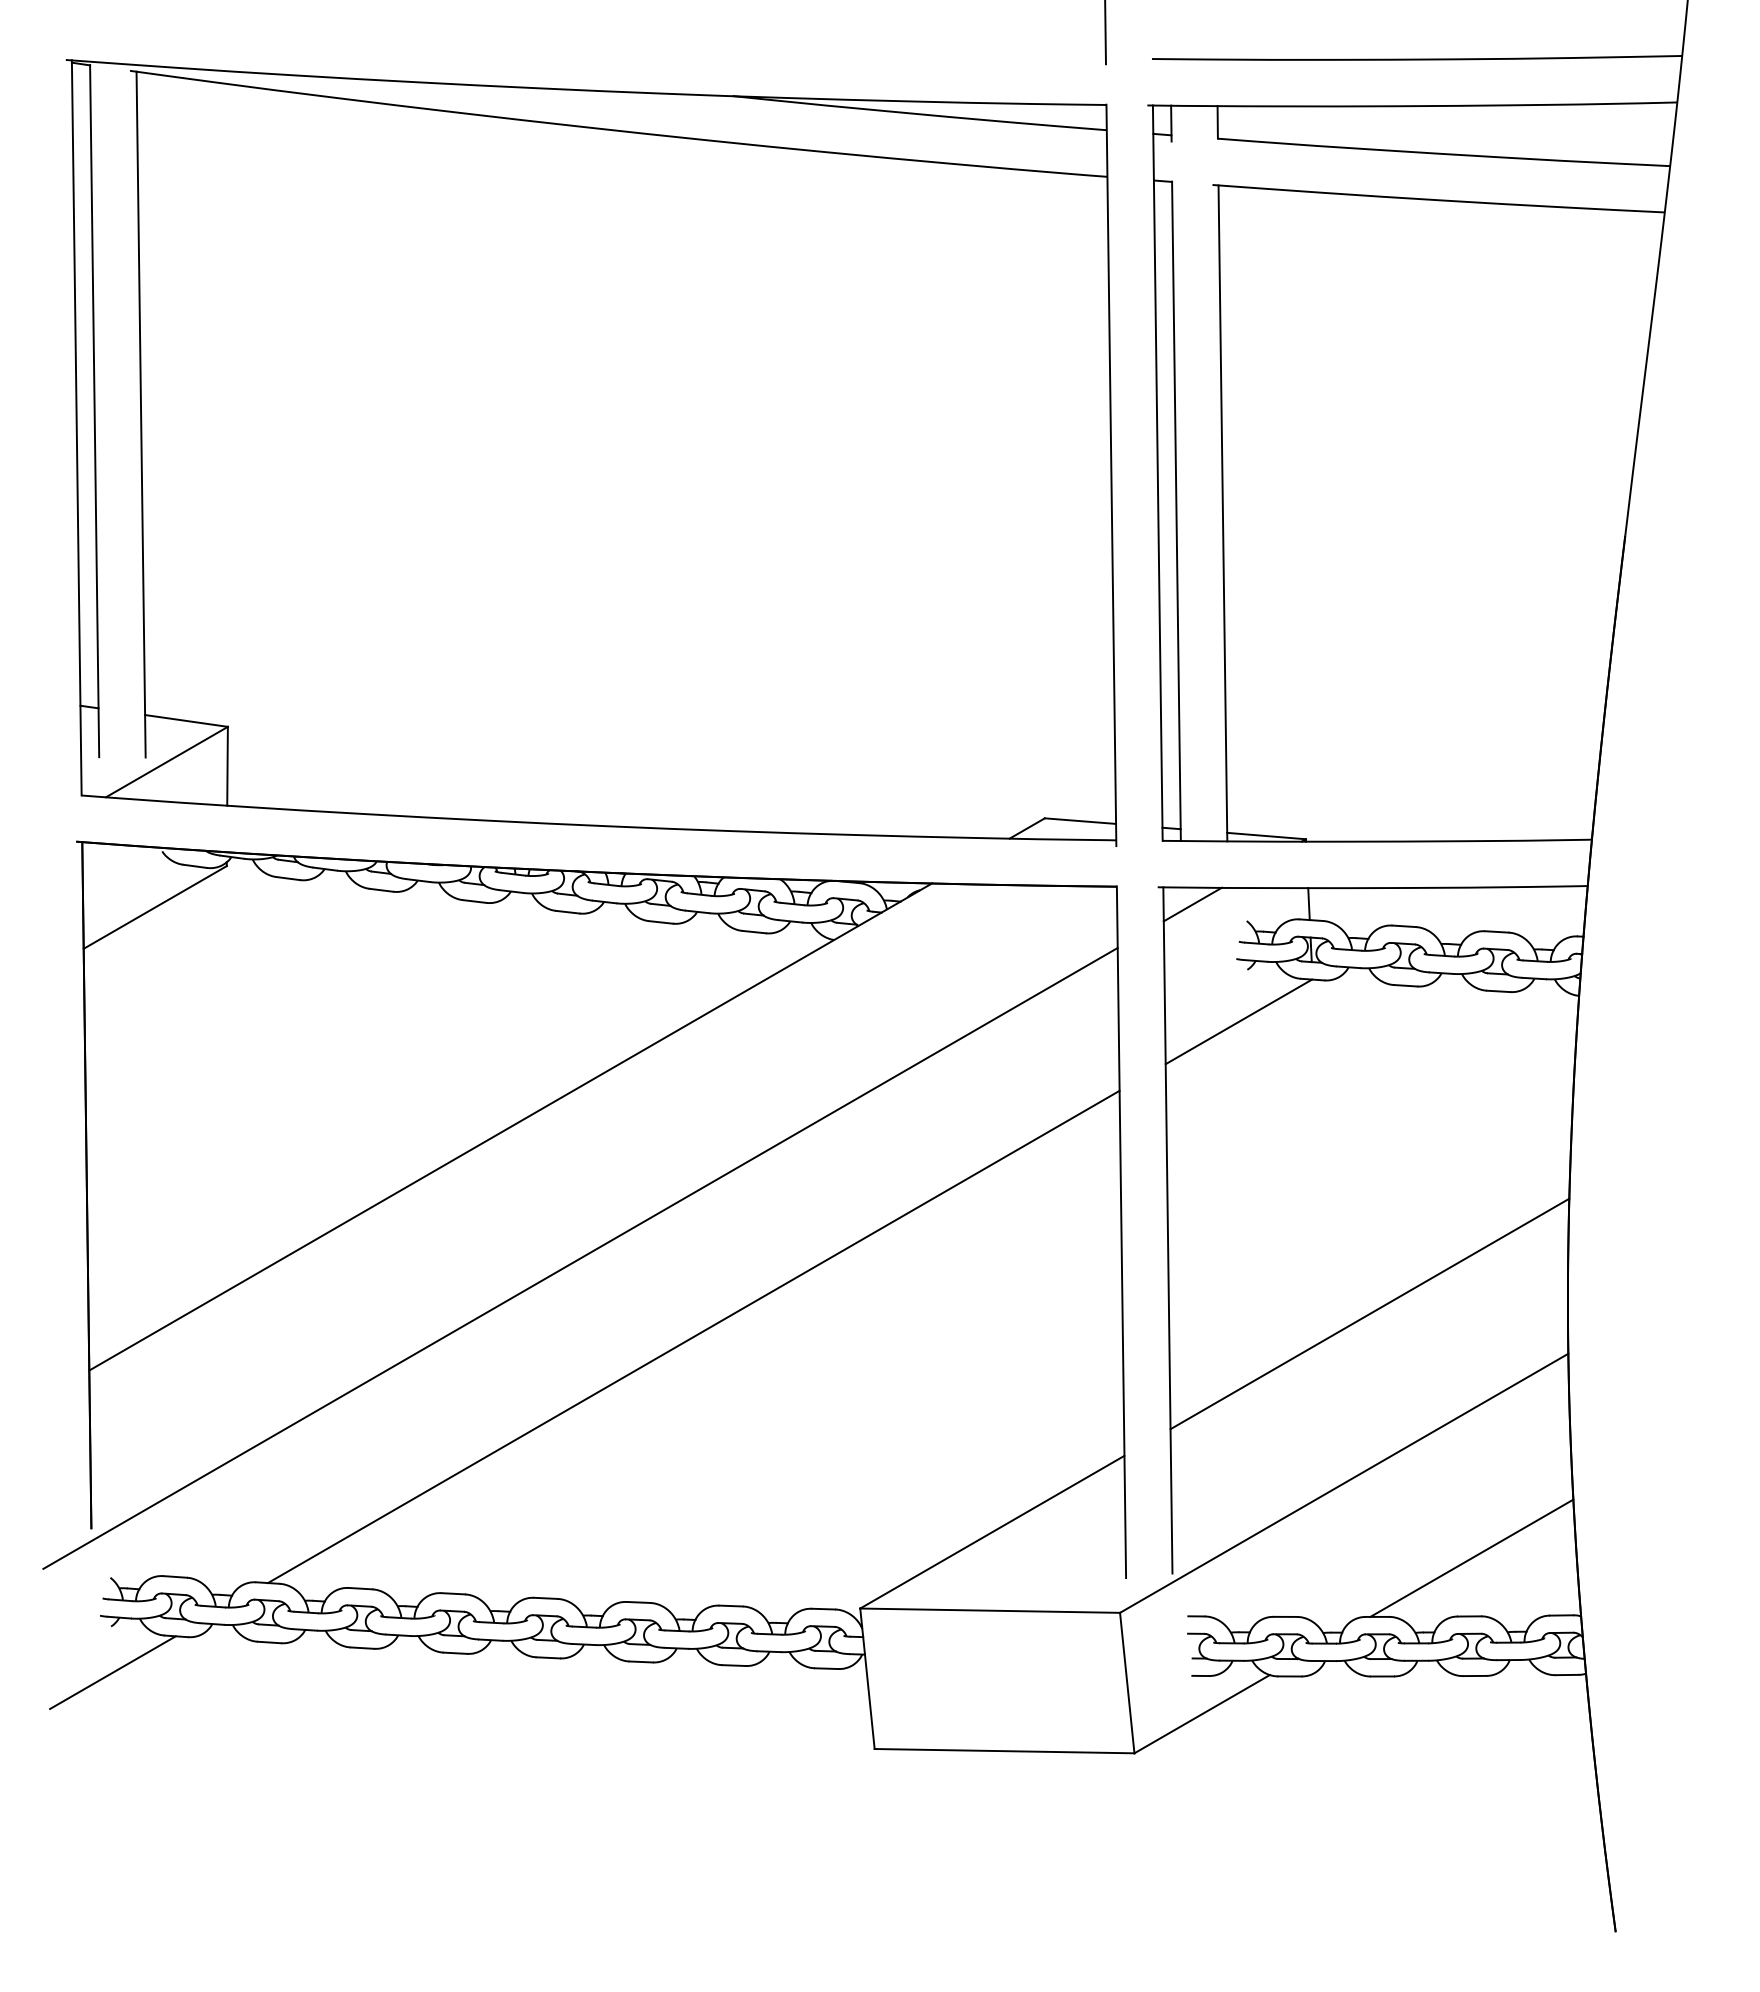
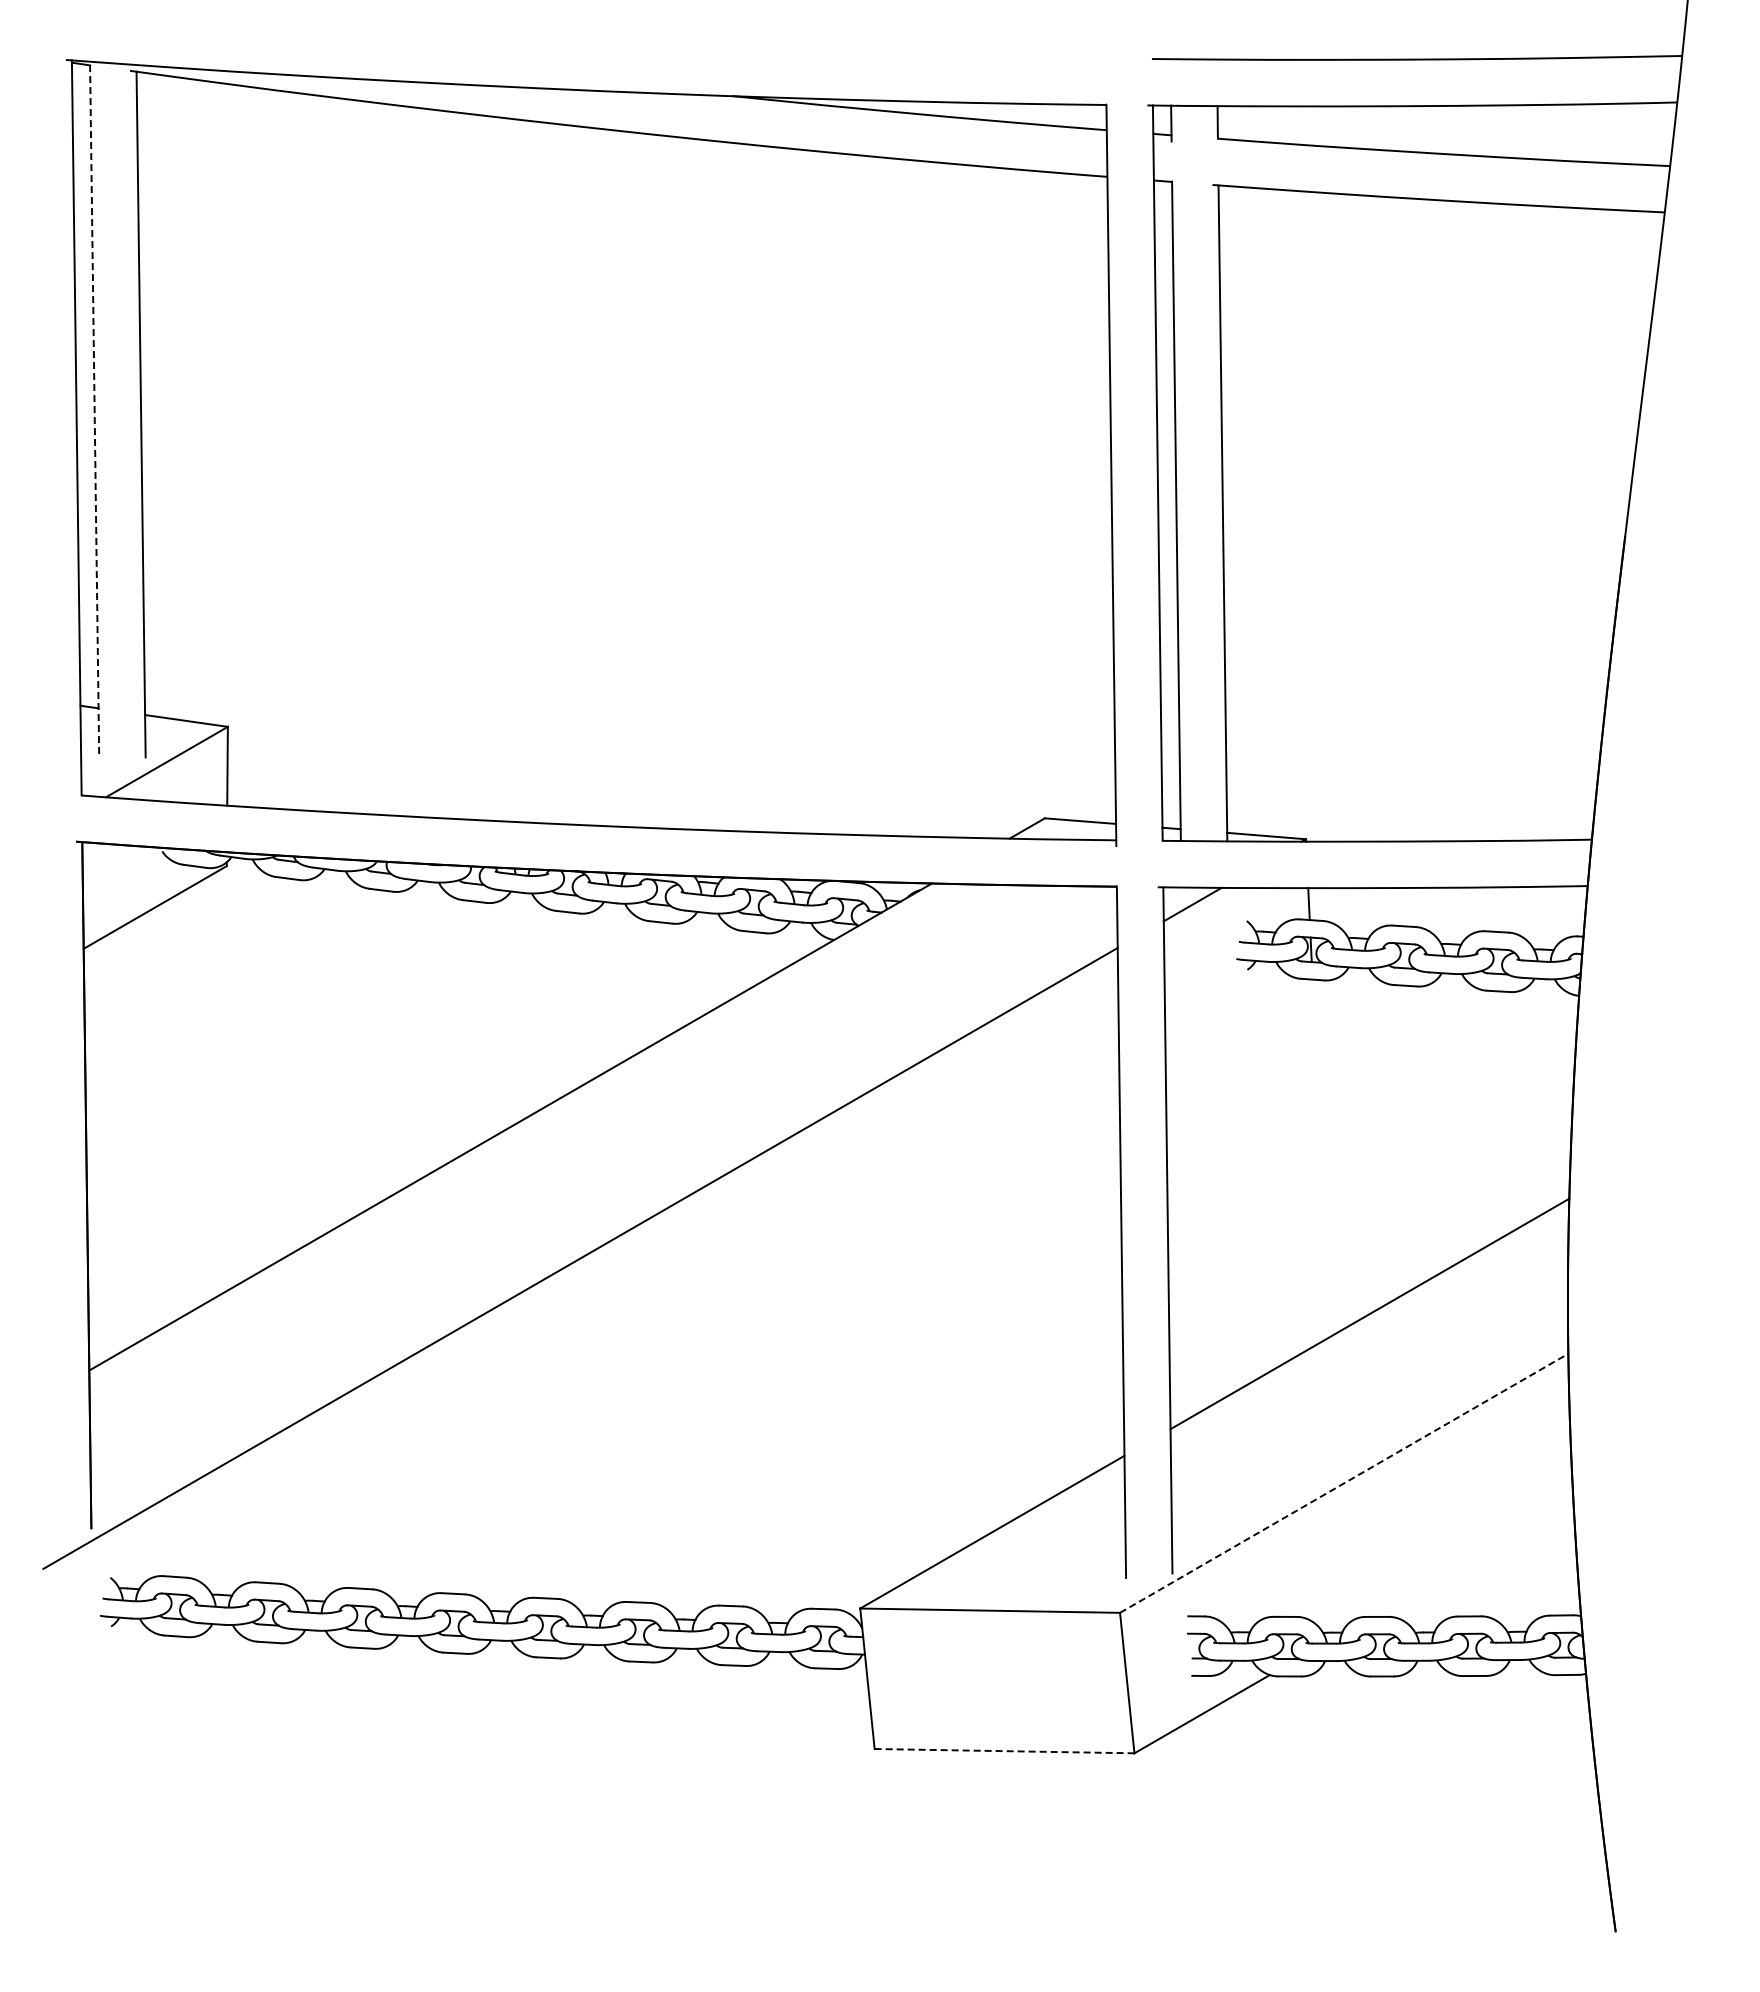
line at (1105, 33): present -> none
line at (94, 411): solid -> dashed
line at (1238, 1021): present -> none
line at (693, 1336): present -> none
line at (1344, 1483): solid -> dashed
line at (1471, 1557): present -> none
line at (112, 1672): present -> none
line at (1004, 1751): solid -> dashed
